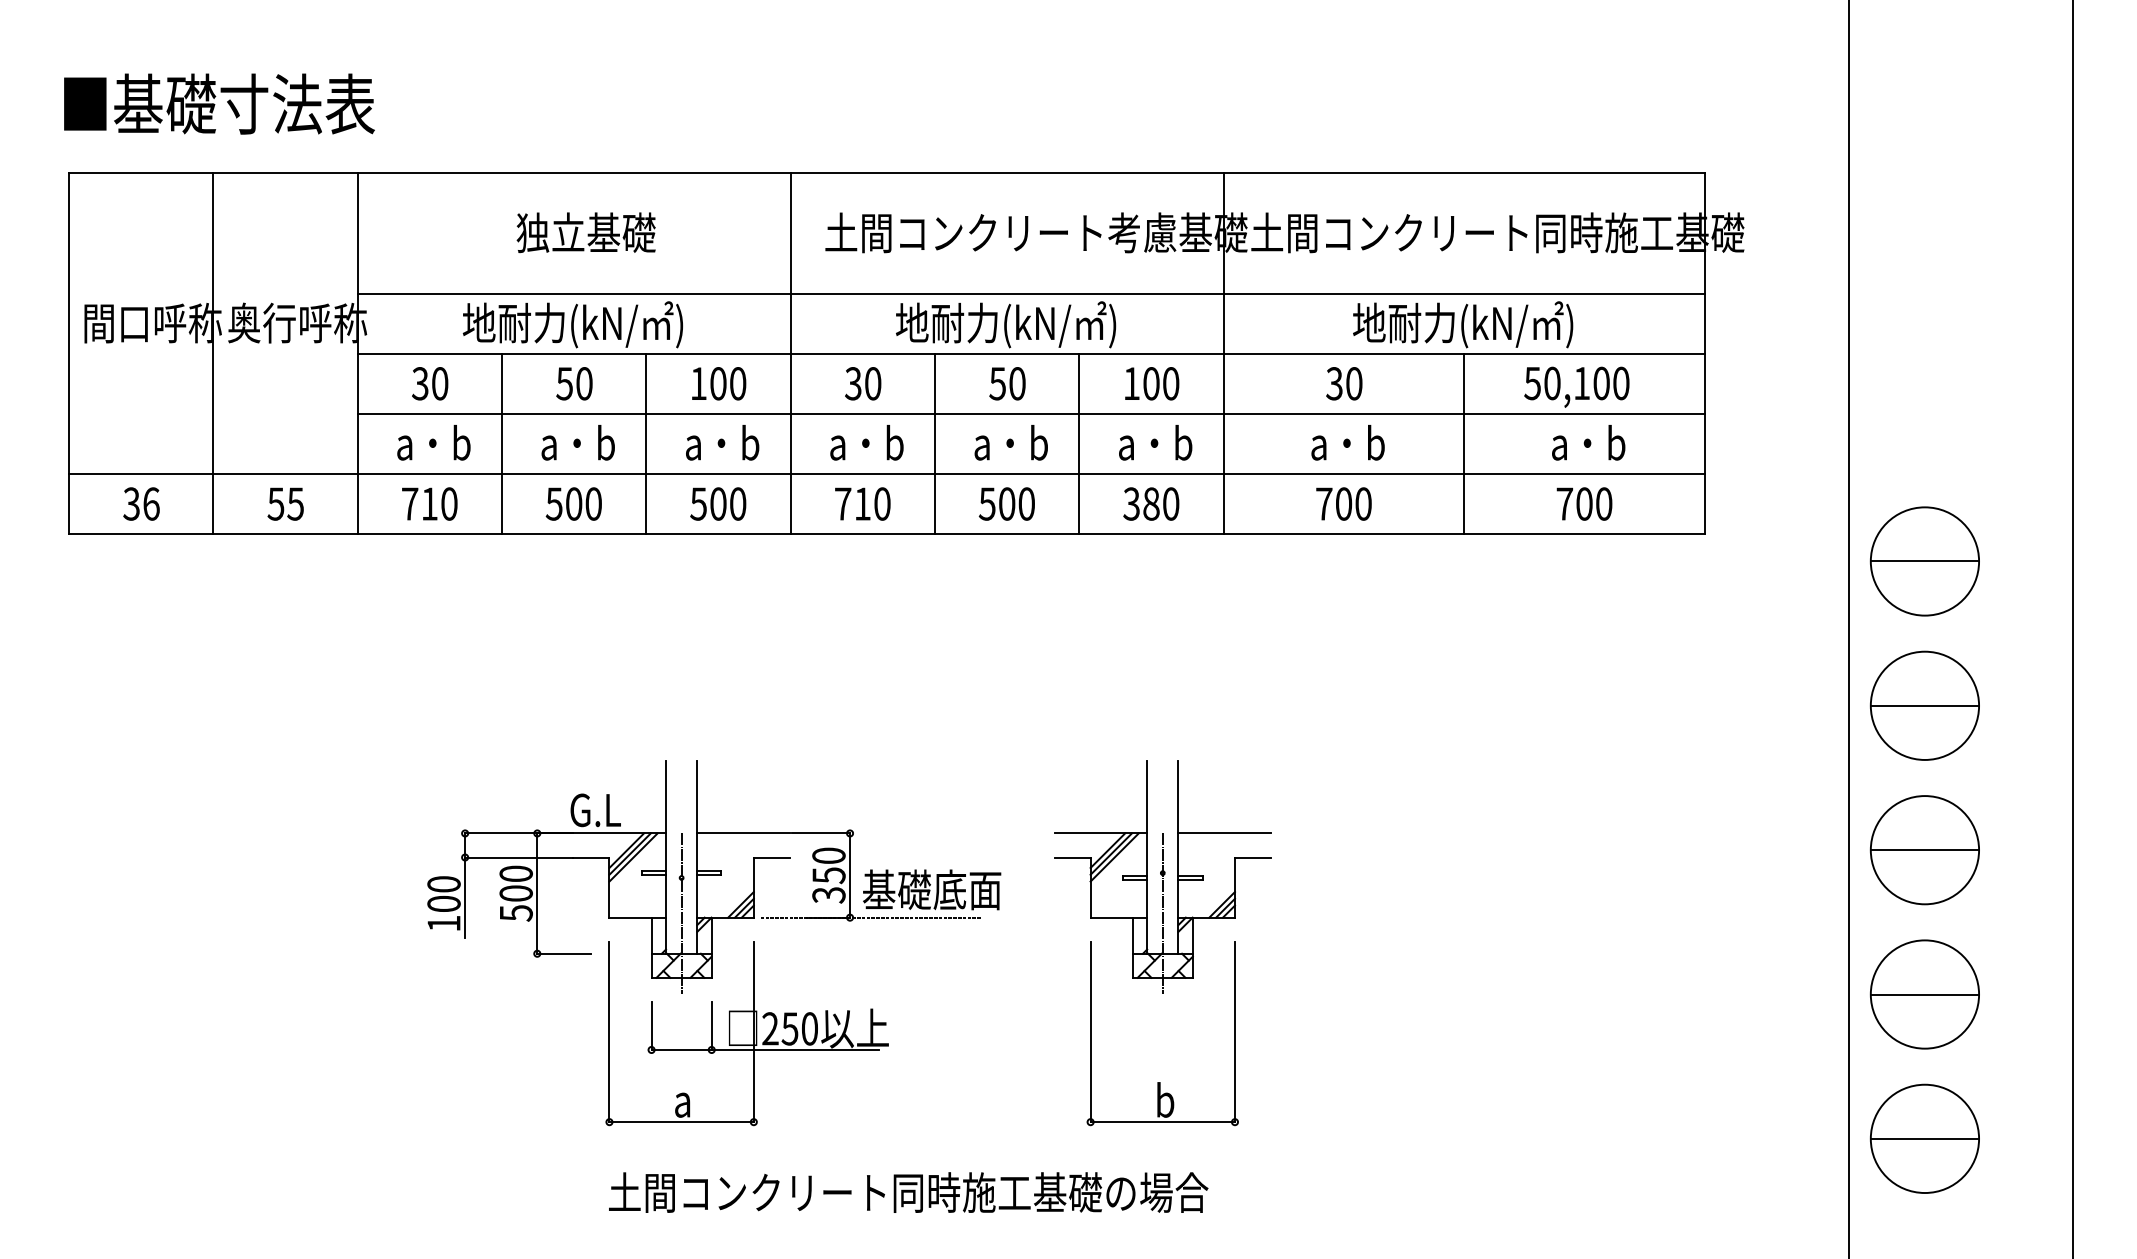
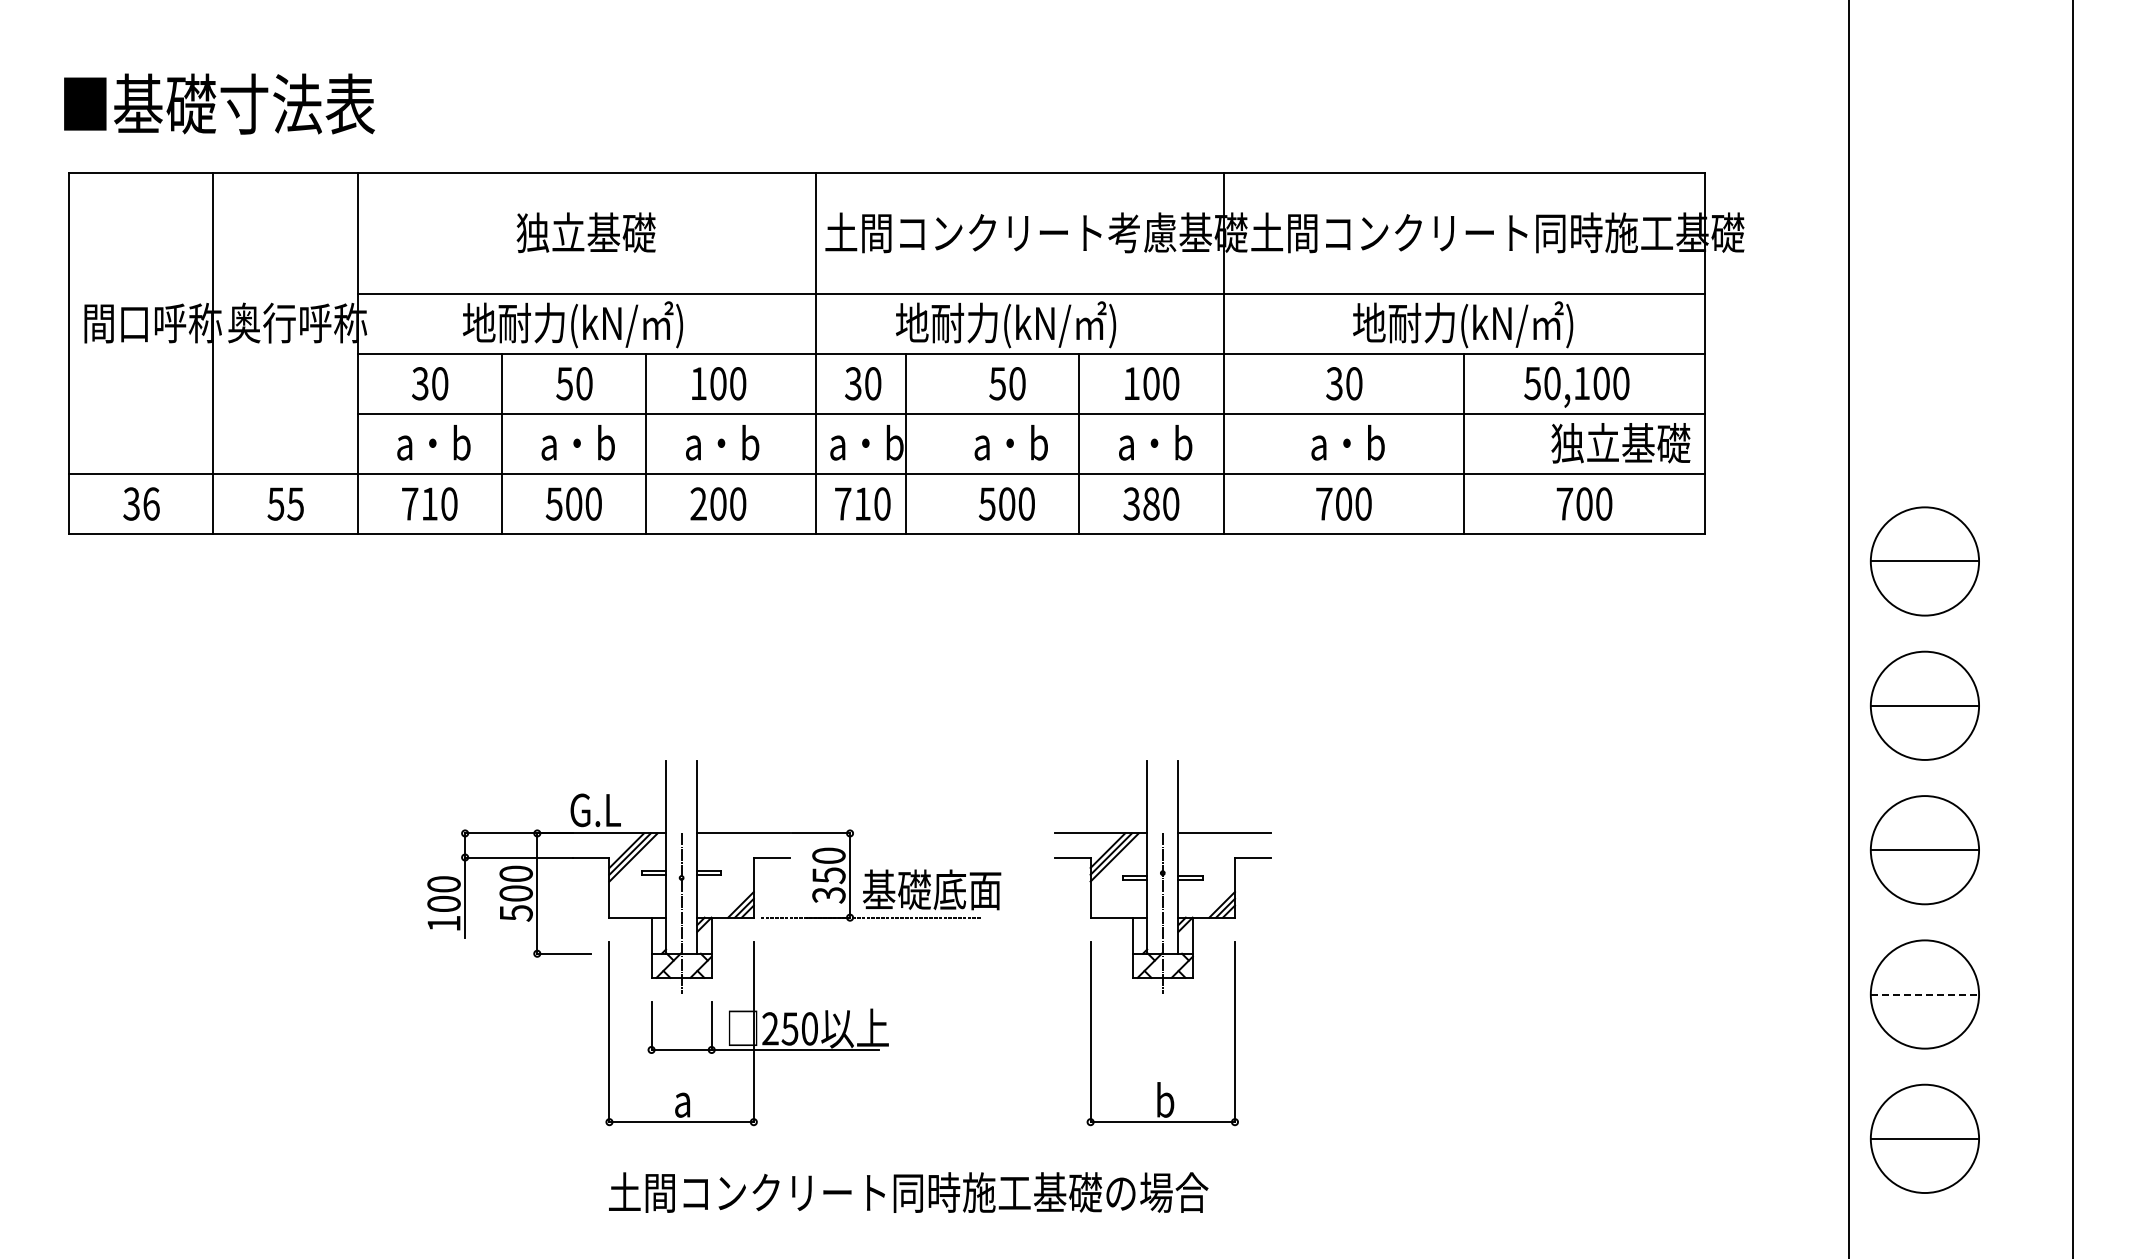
line at (790, 353) position: (790, 353) -> (815, 353)
line at (934, 443) position: (934, 443) -> (905, 443)
text at (1620, 443): a・b -> 独立基礎
text at (698, 503): 500 -> 200
line at (1925, 994): solid -> dashed
